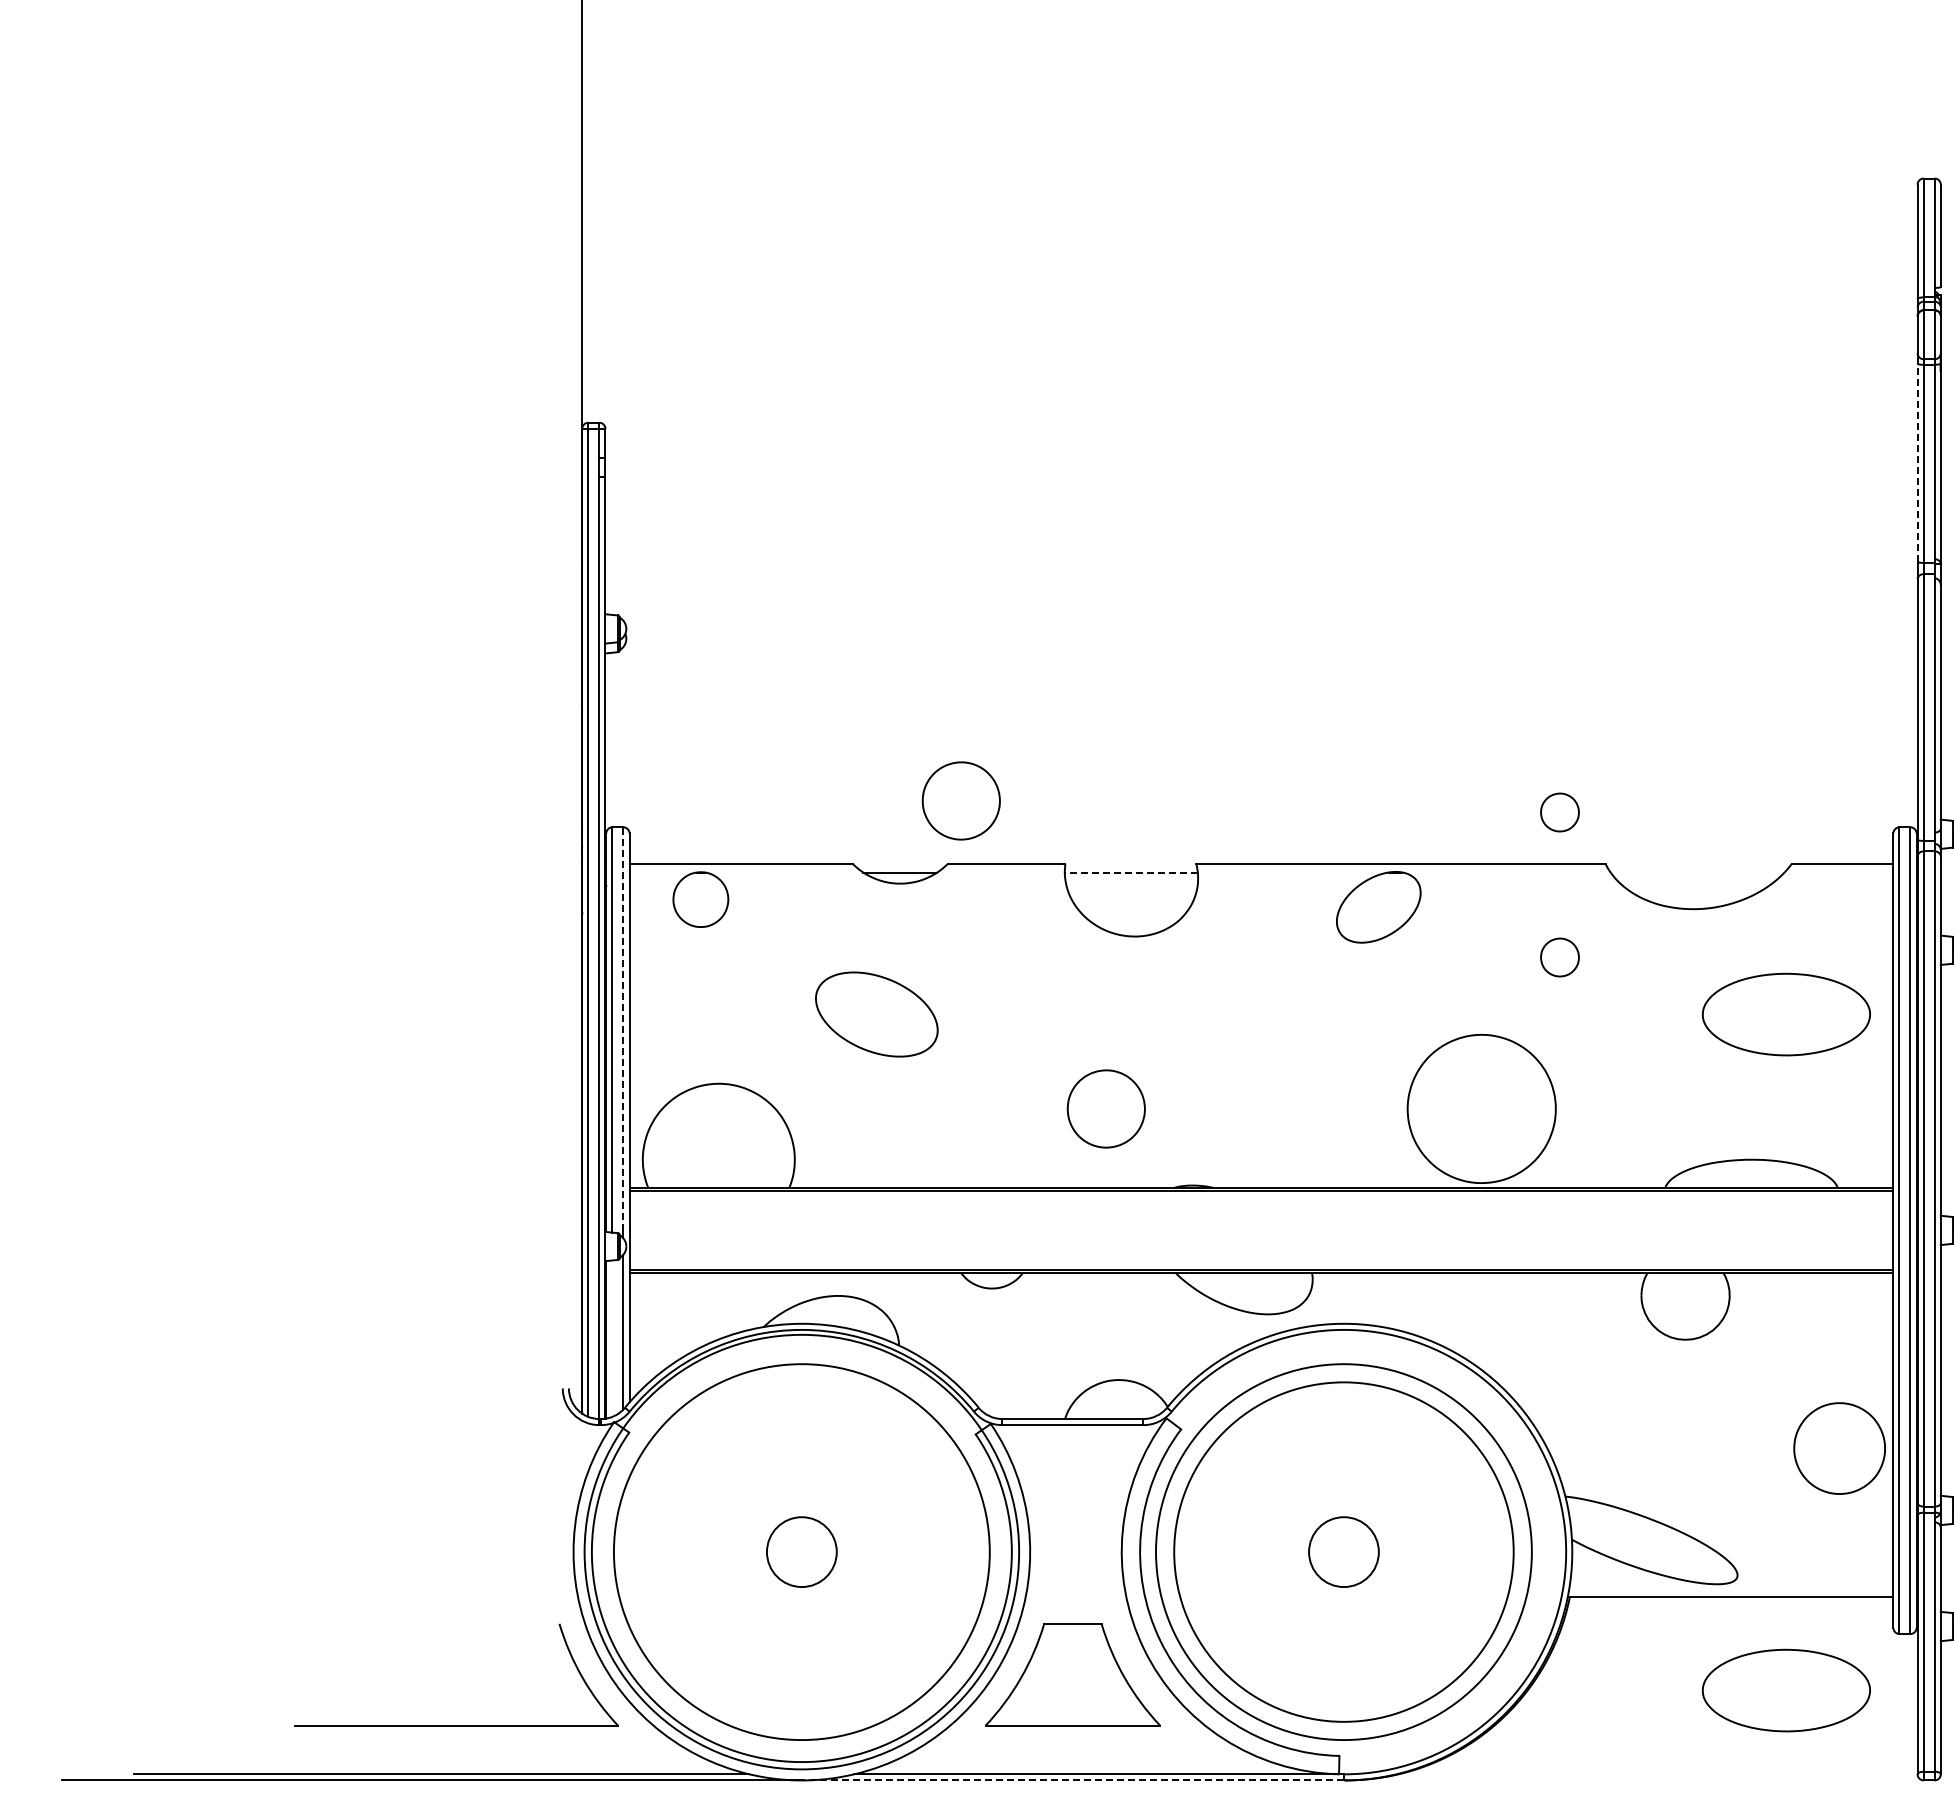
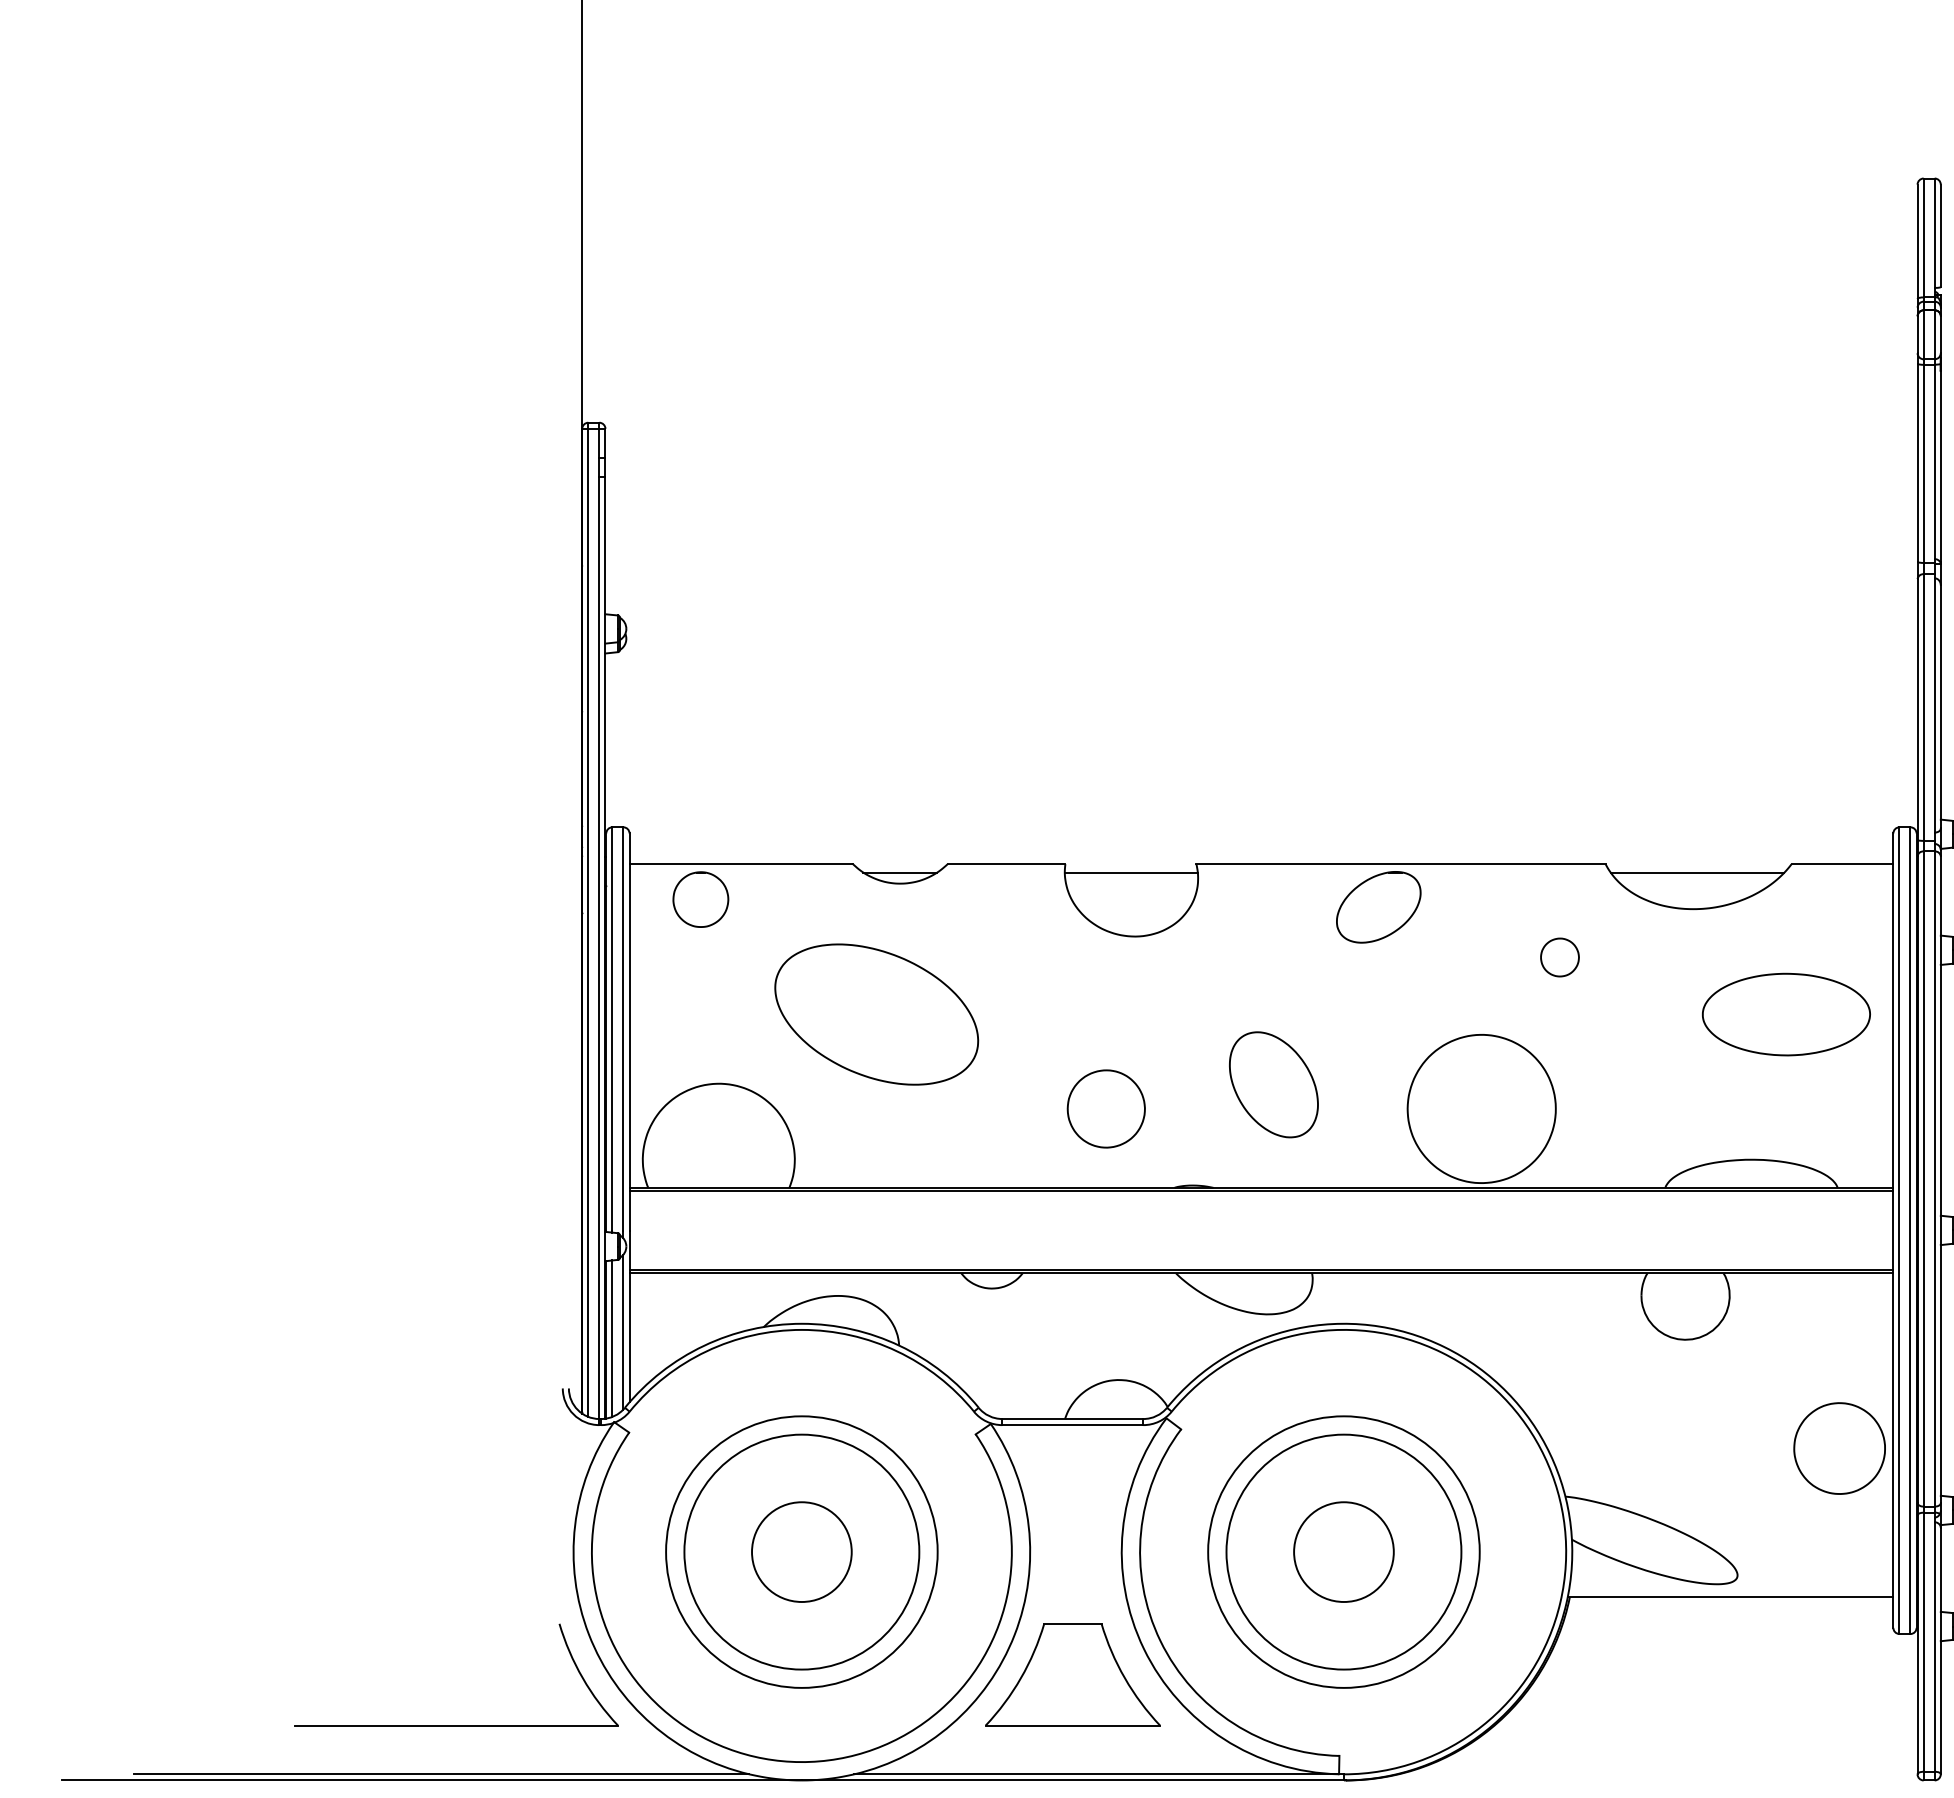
line at (1917, 462): dashed -> solid
part at (960, 800): present -> none
part at (1559, 812): present -> none
line at (1130, 872): dashed -> solid
line at (1697, 872): none -> present
part at (876, 1014) size: 124x87 px -> 206x143 px
line at (623, 1028): dashed -> solid
part at (1273, 1084): none -> present
line at (612, 1338): none -> present
circle at (801, 1551) diameter: 435 px -> 272 px
circle at (1343, 1551) diameter: 339 px -> 272 px
circle at (801, 1552) diameter: 376 px -> 235 px
circle at (801, 1552) diameter: 70 px -> 100 px
circle at (1343, 1552) diameter: 376 px -> 235 px
circle at (1343, 1552) diameter: 70 px -> 100 px
part at (1785, 1690): present -> none
line at (1072, 1780): dashed -> solid
